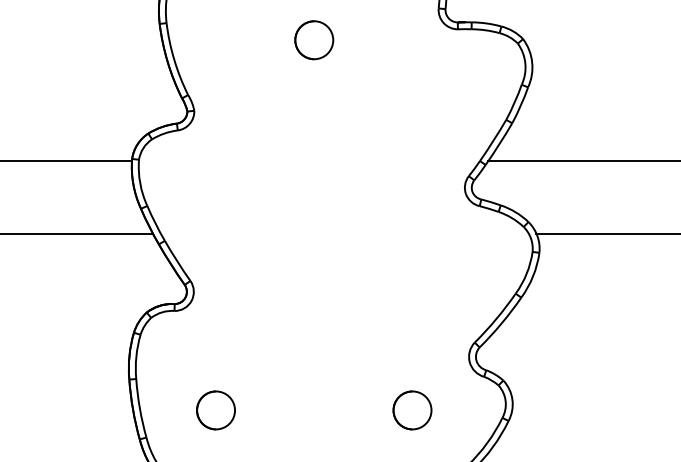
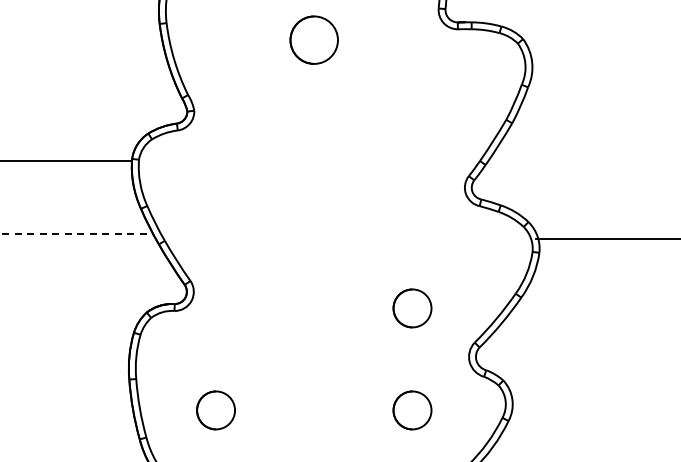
part at (314, 40) size: 41x41 px -> 50x50 px
line at (582, 161): present -> none
line at (77, 233): solid -> dashed
line at (606, 233) position: (606, 233) -> (606, 238)
part at (412, 308): none -> present
